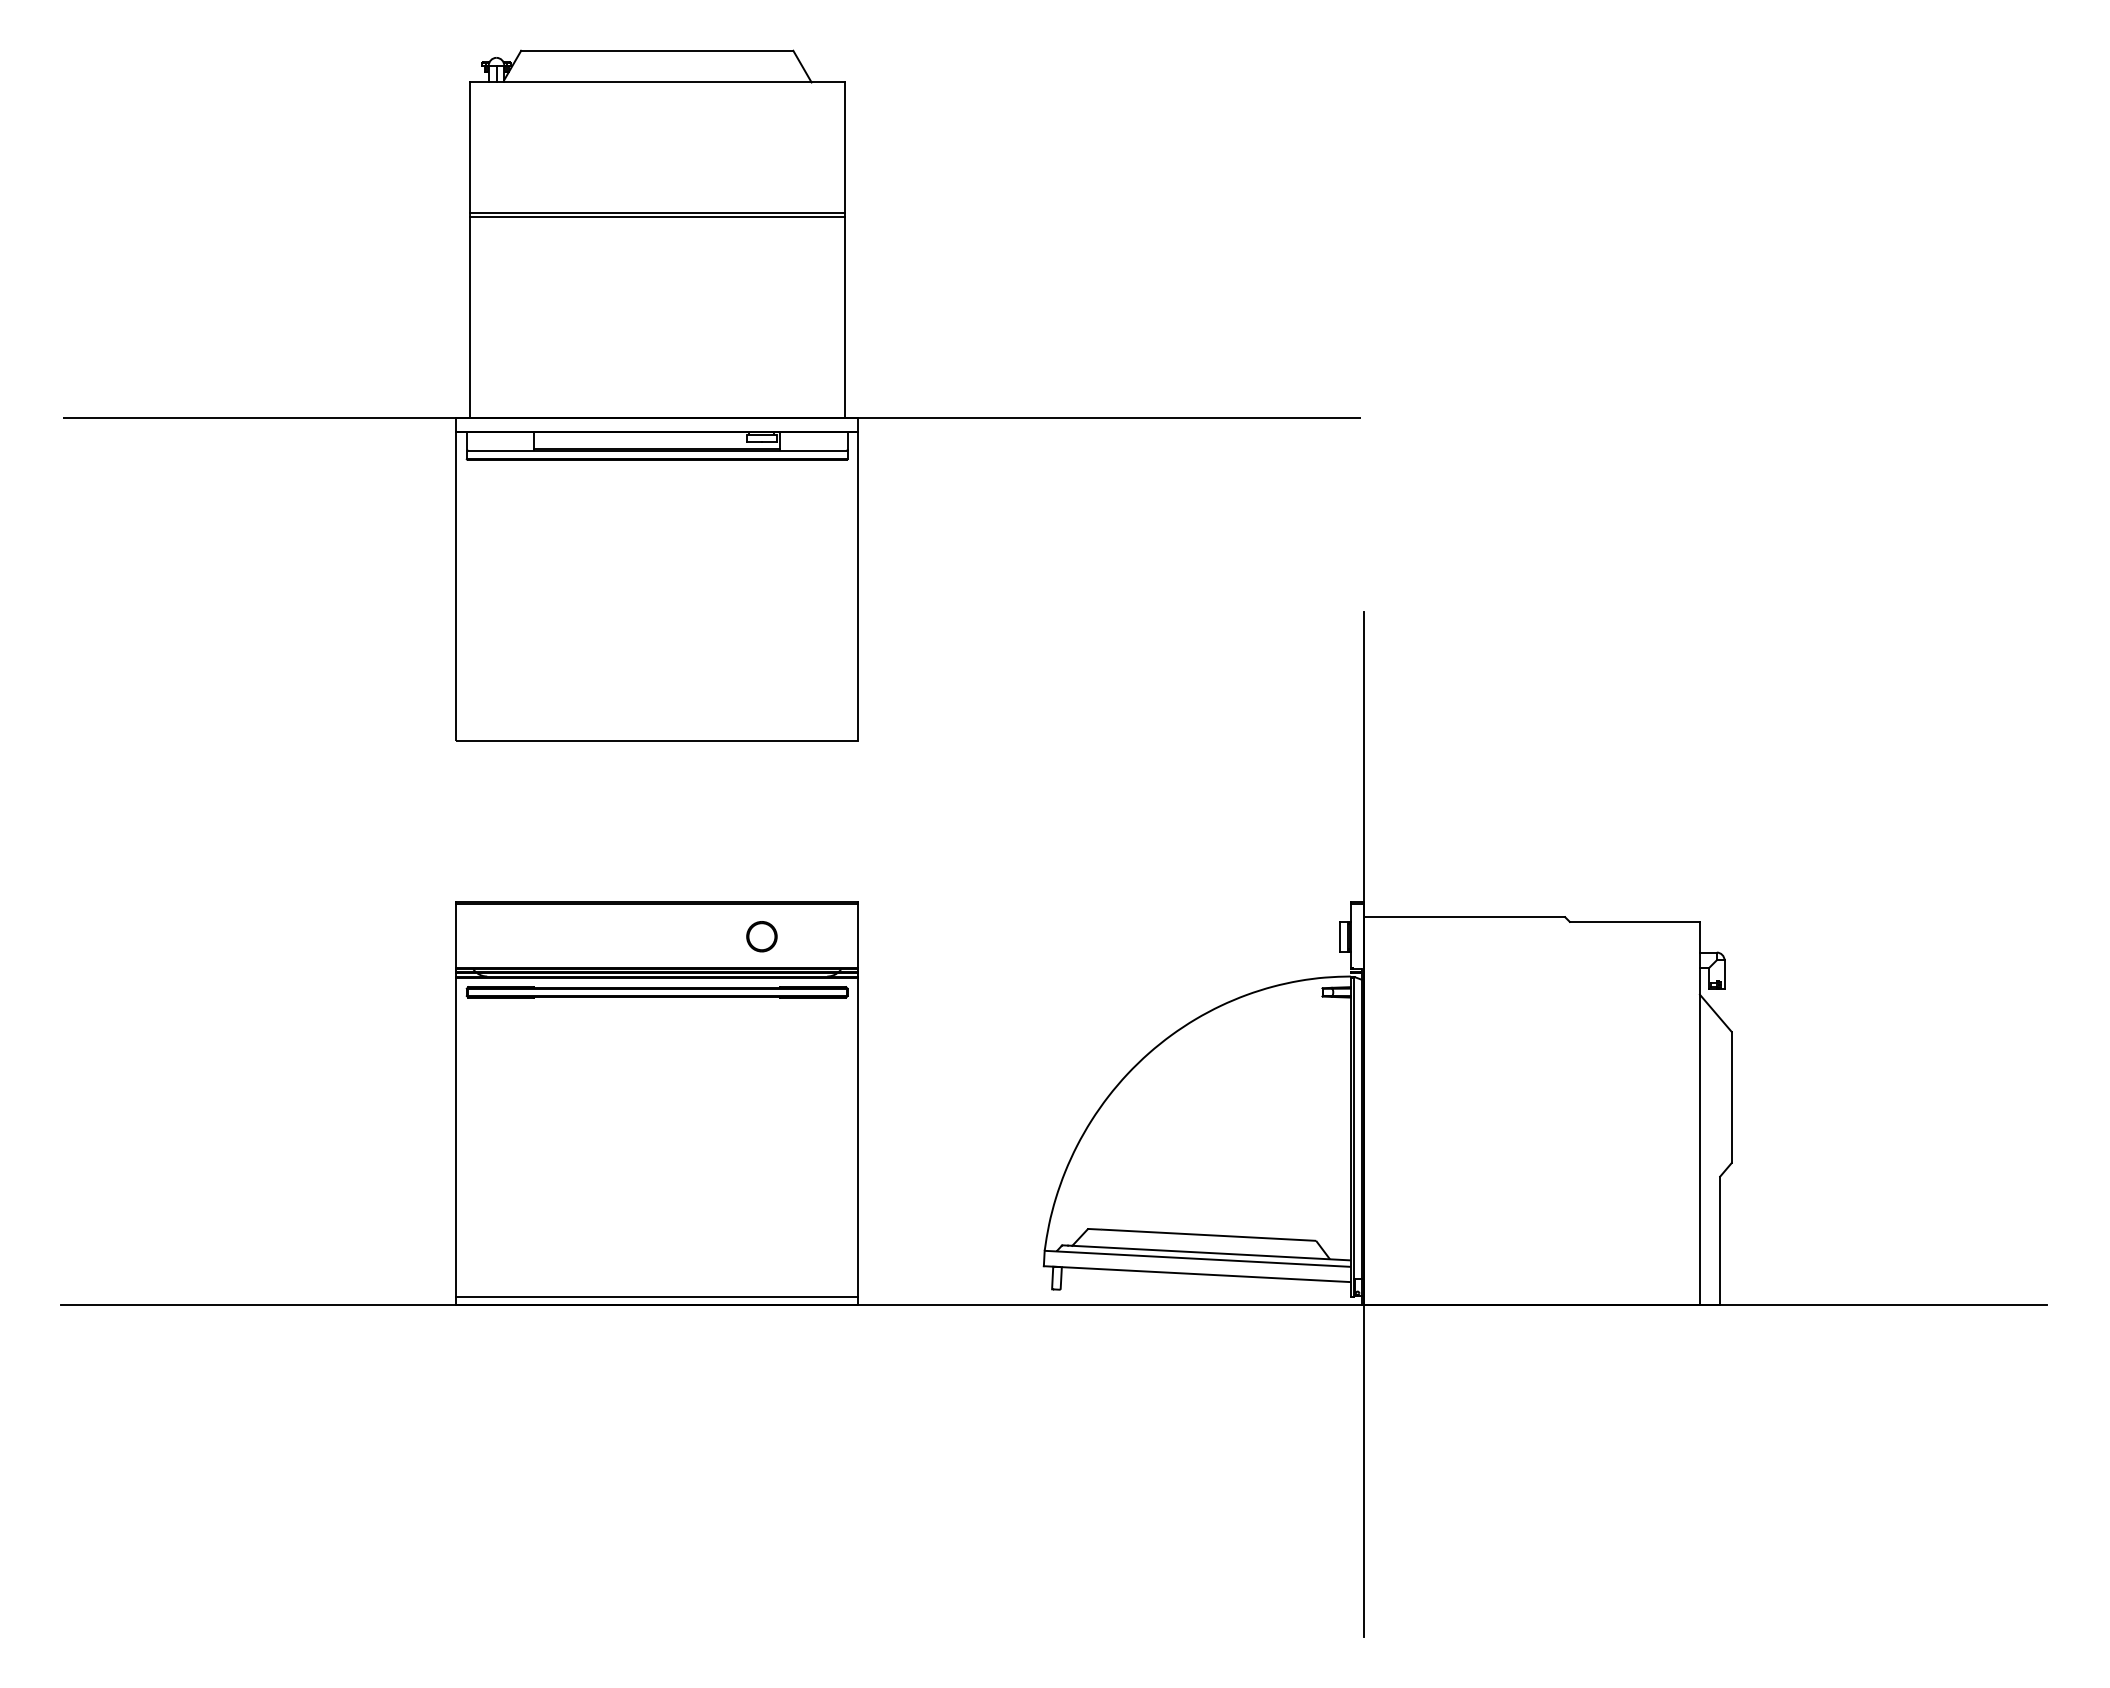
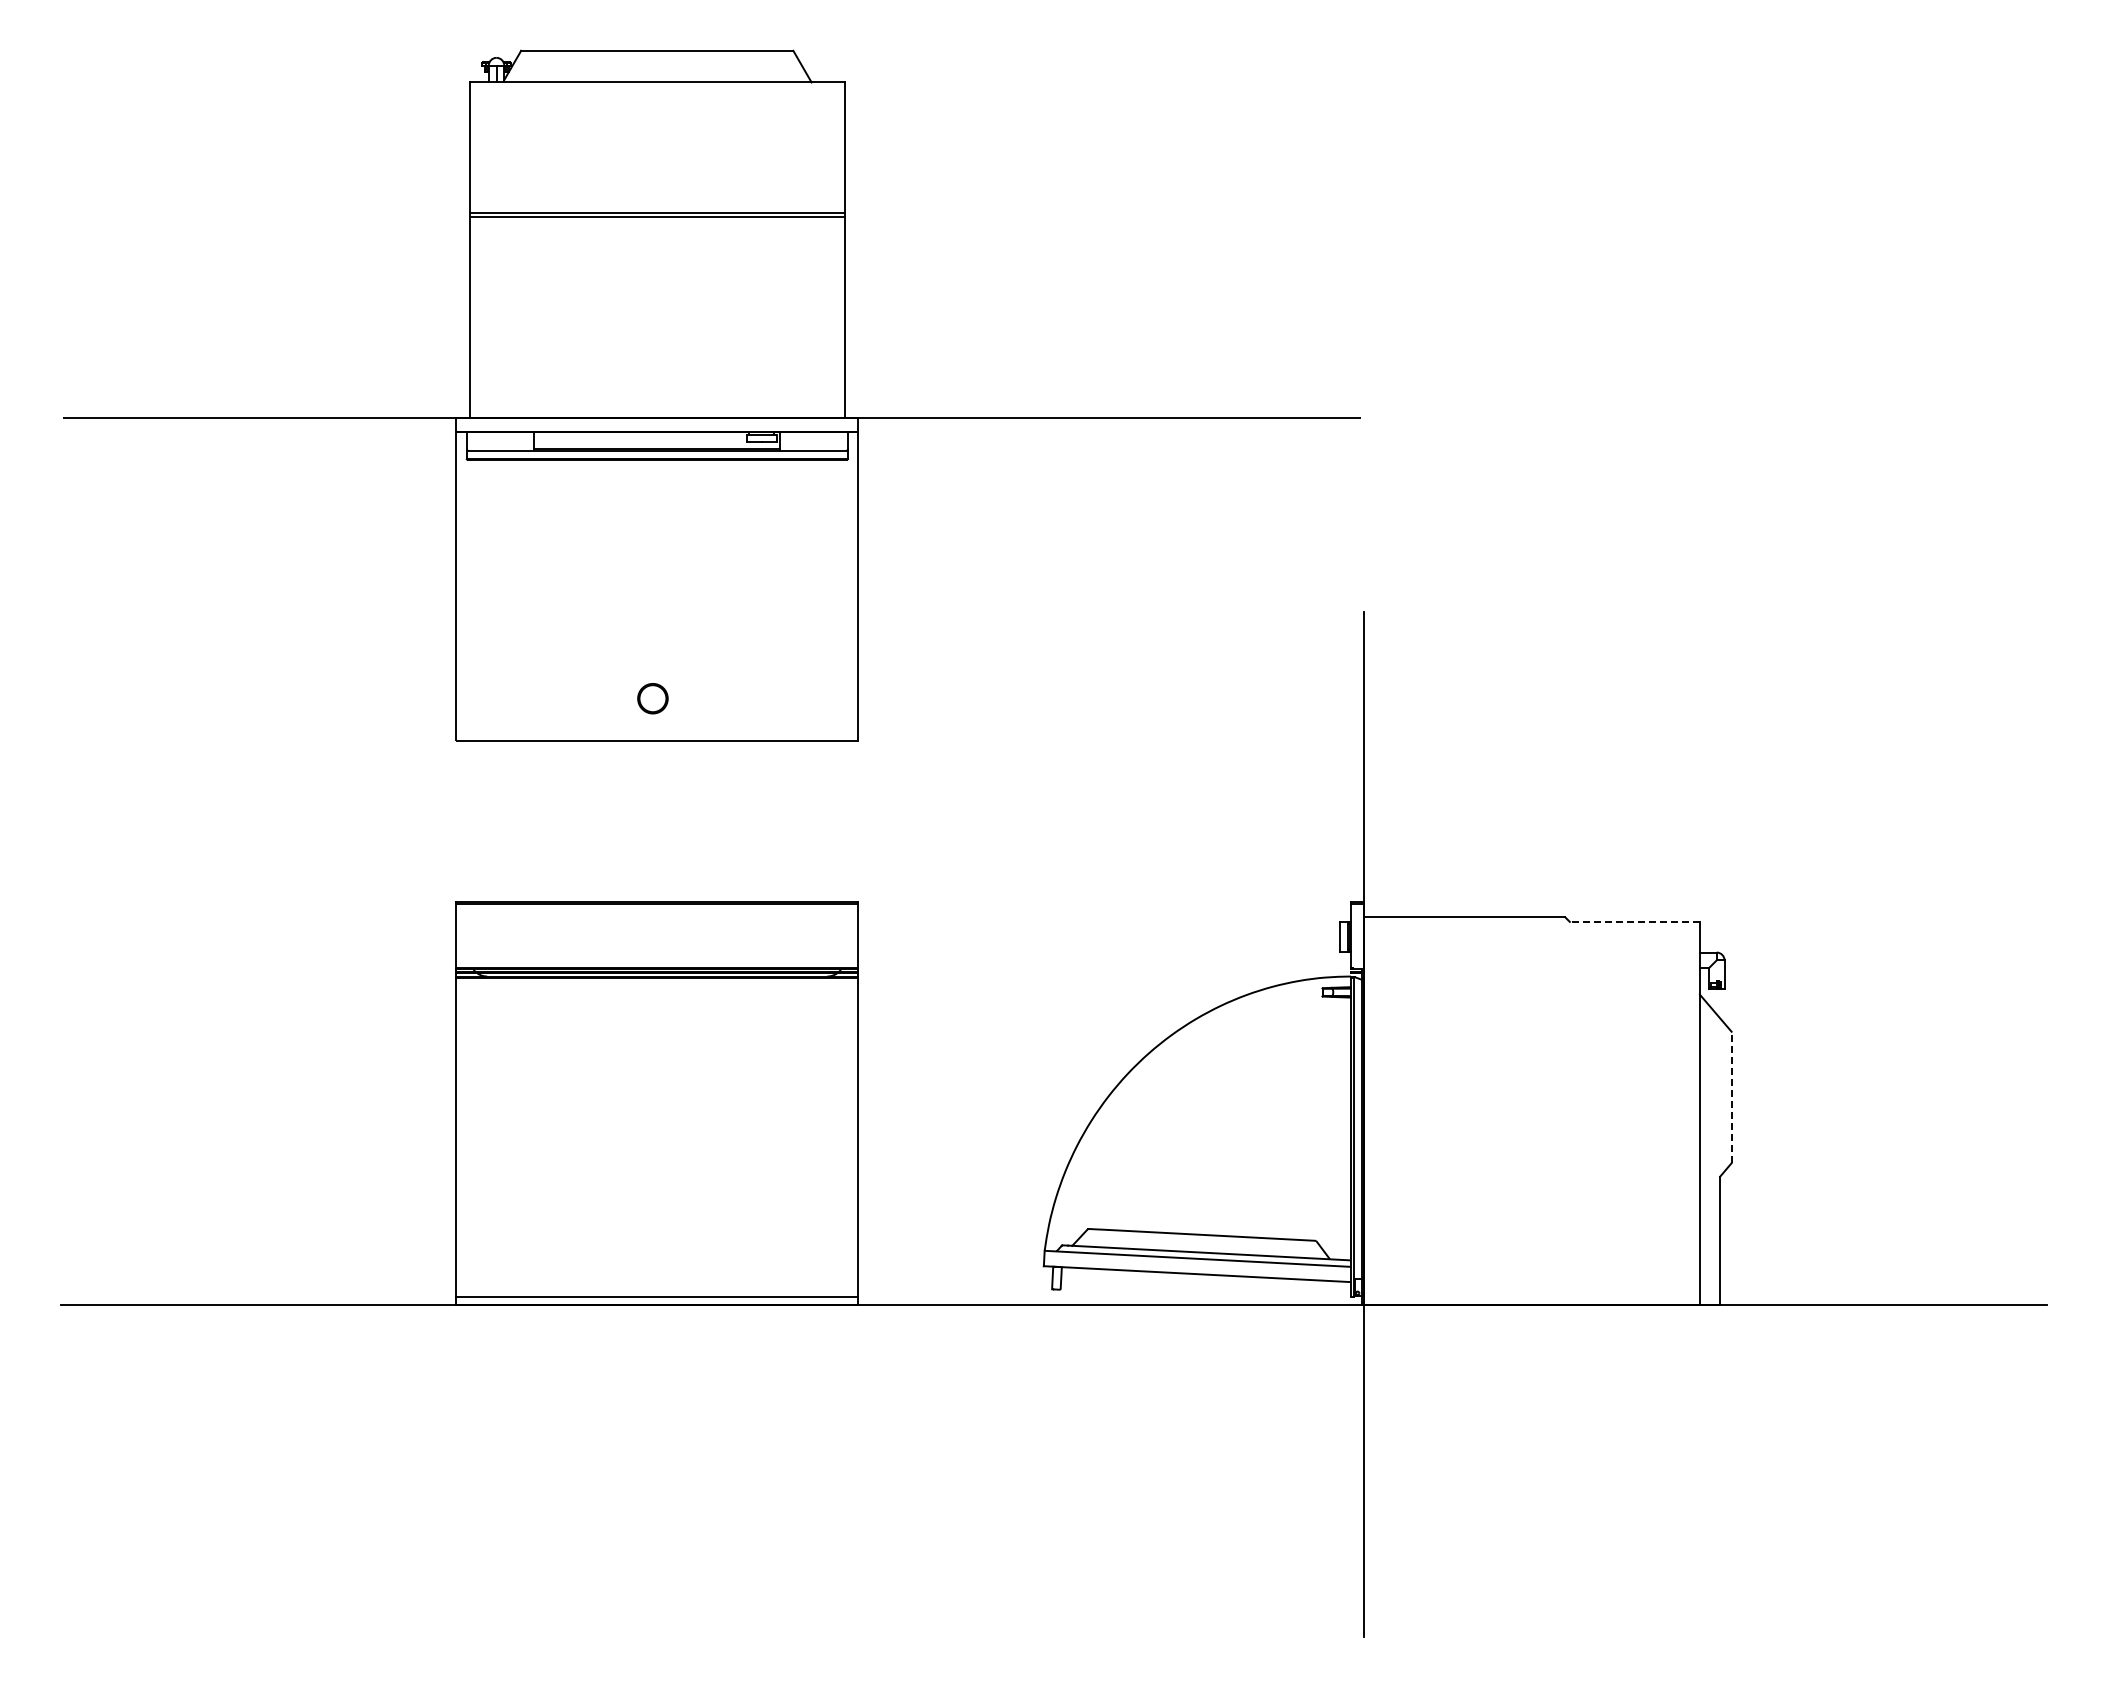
line at (1634, 921): solid -> dashed
part at (761, 936) position: (761, 936) -> (652, 698)
part at (656, 992): present -> none
line at (1731, 1097): solid -> dashed
